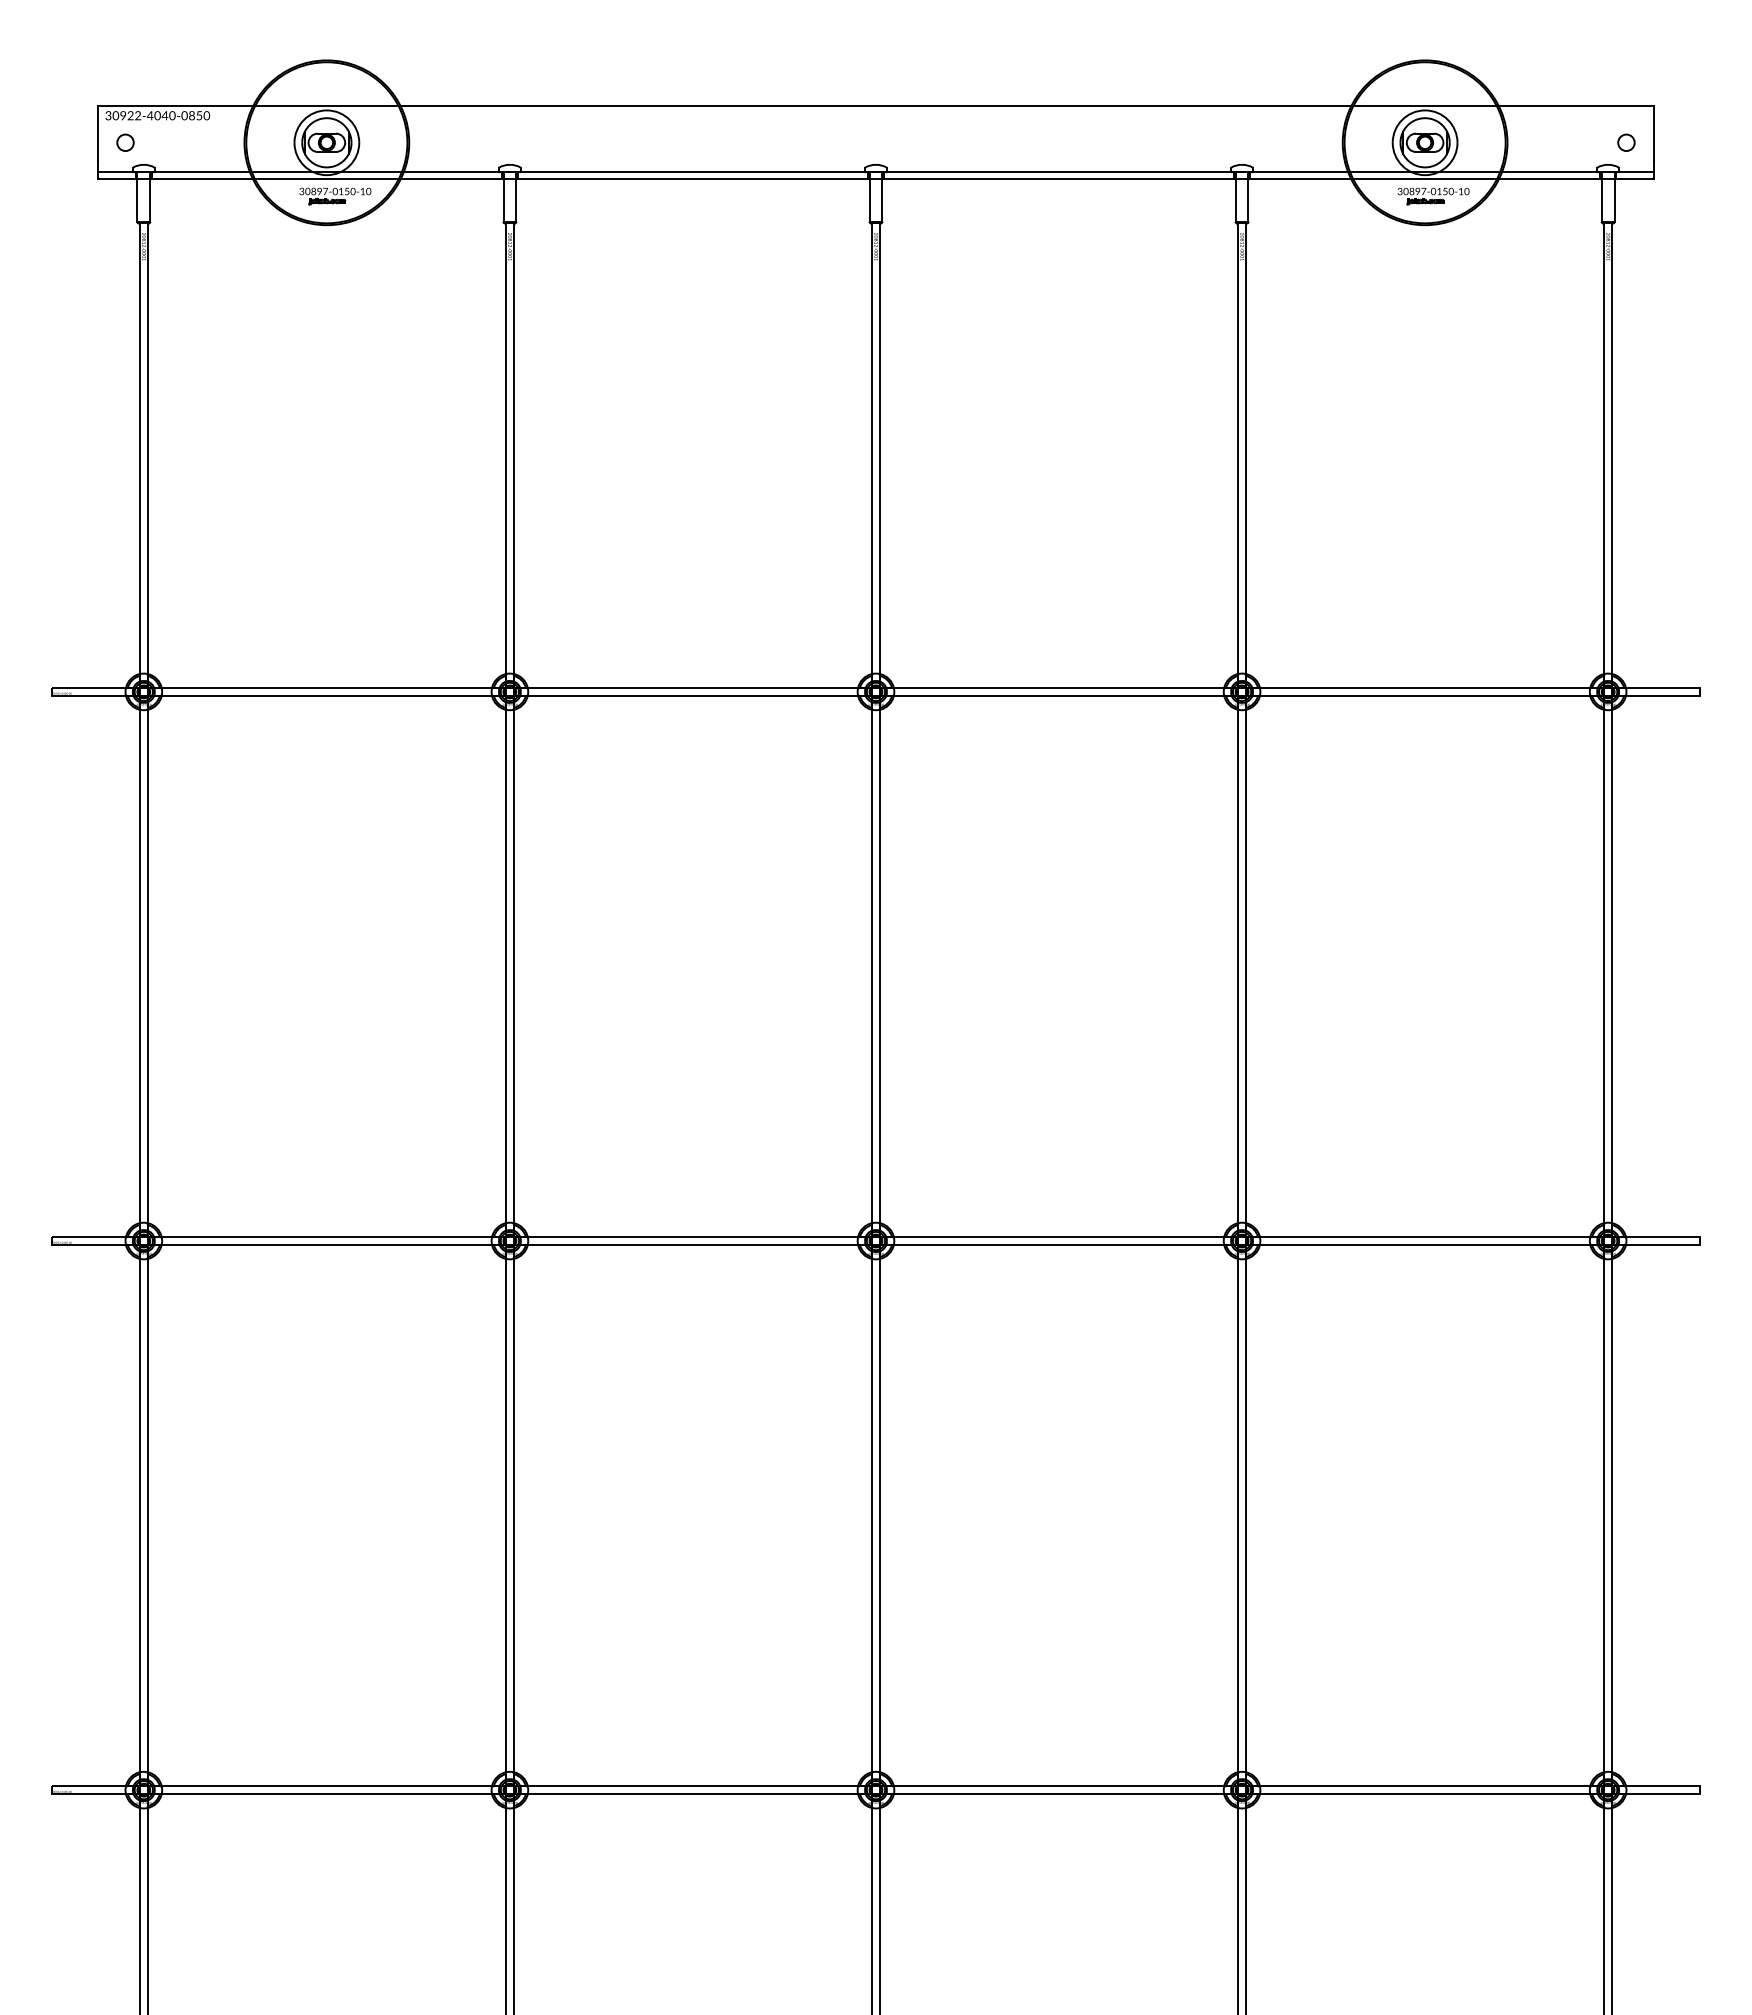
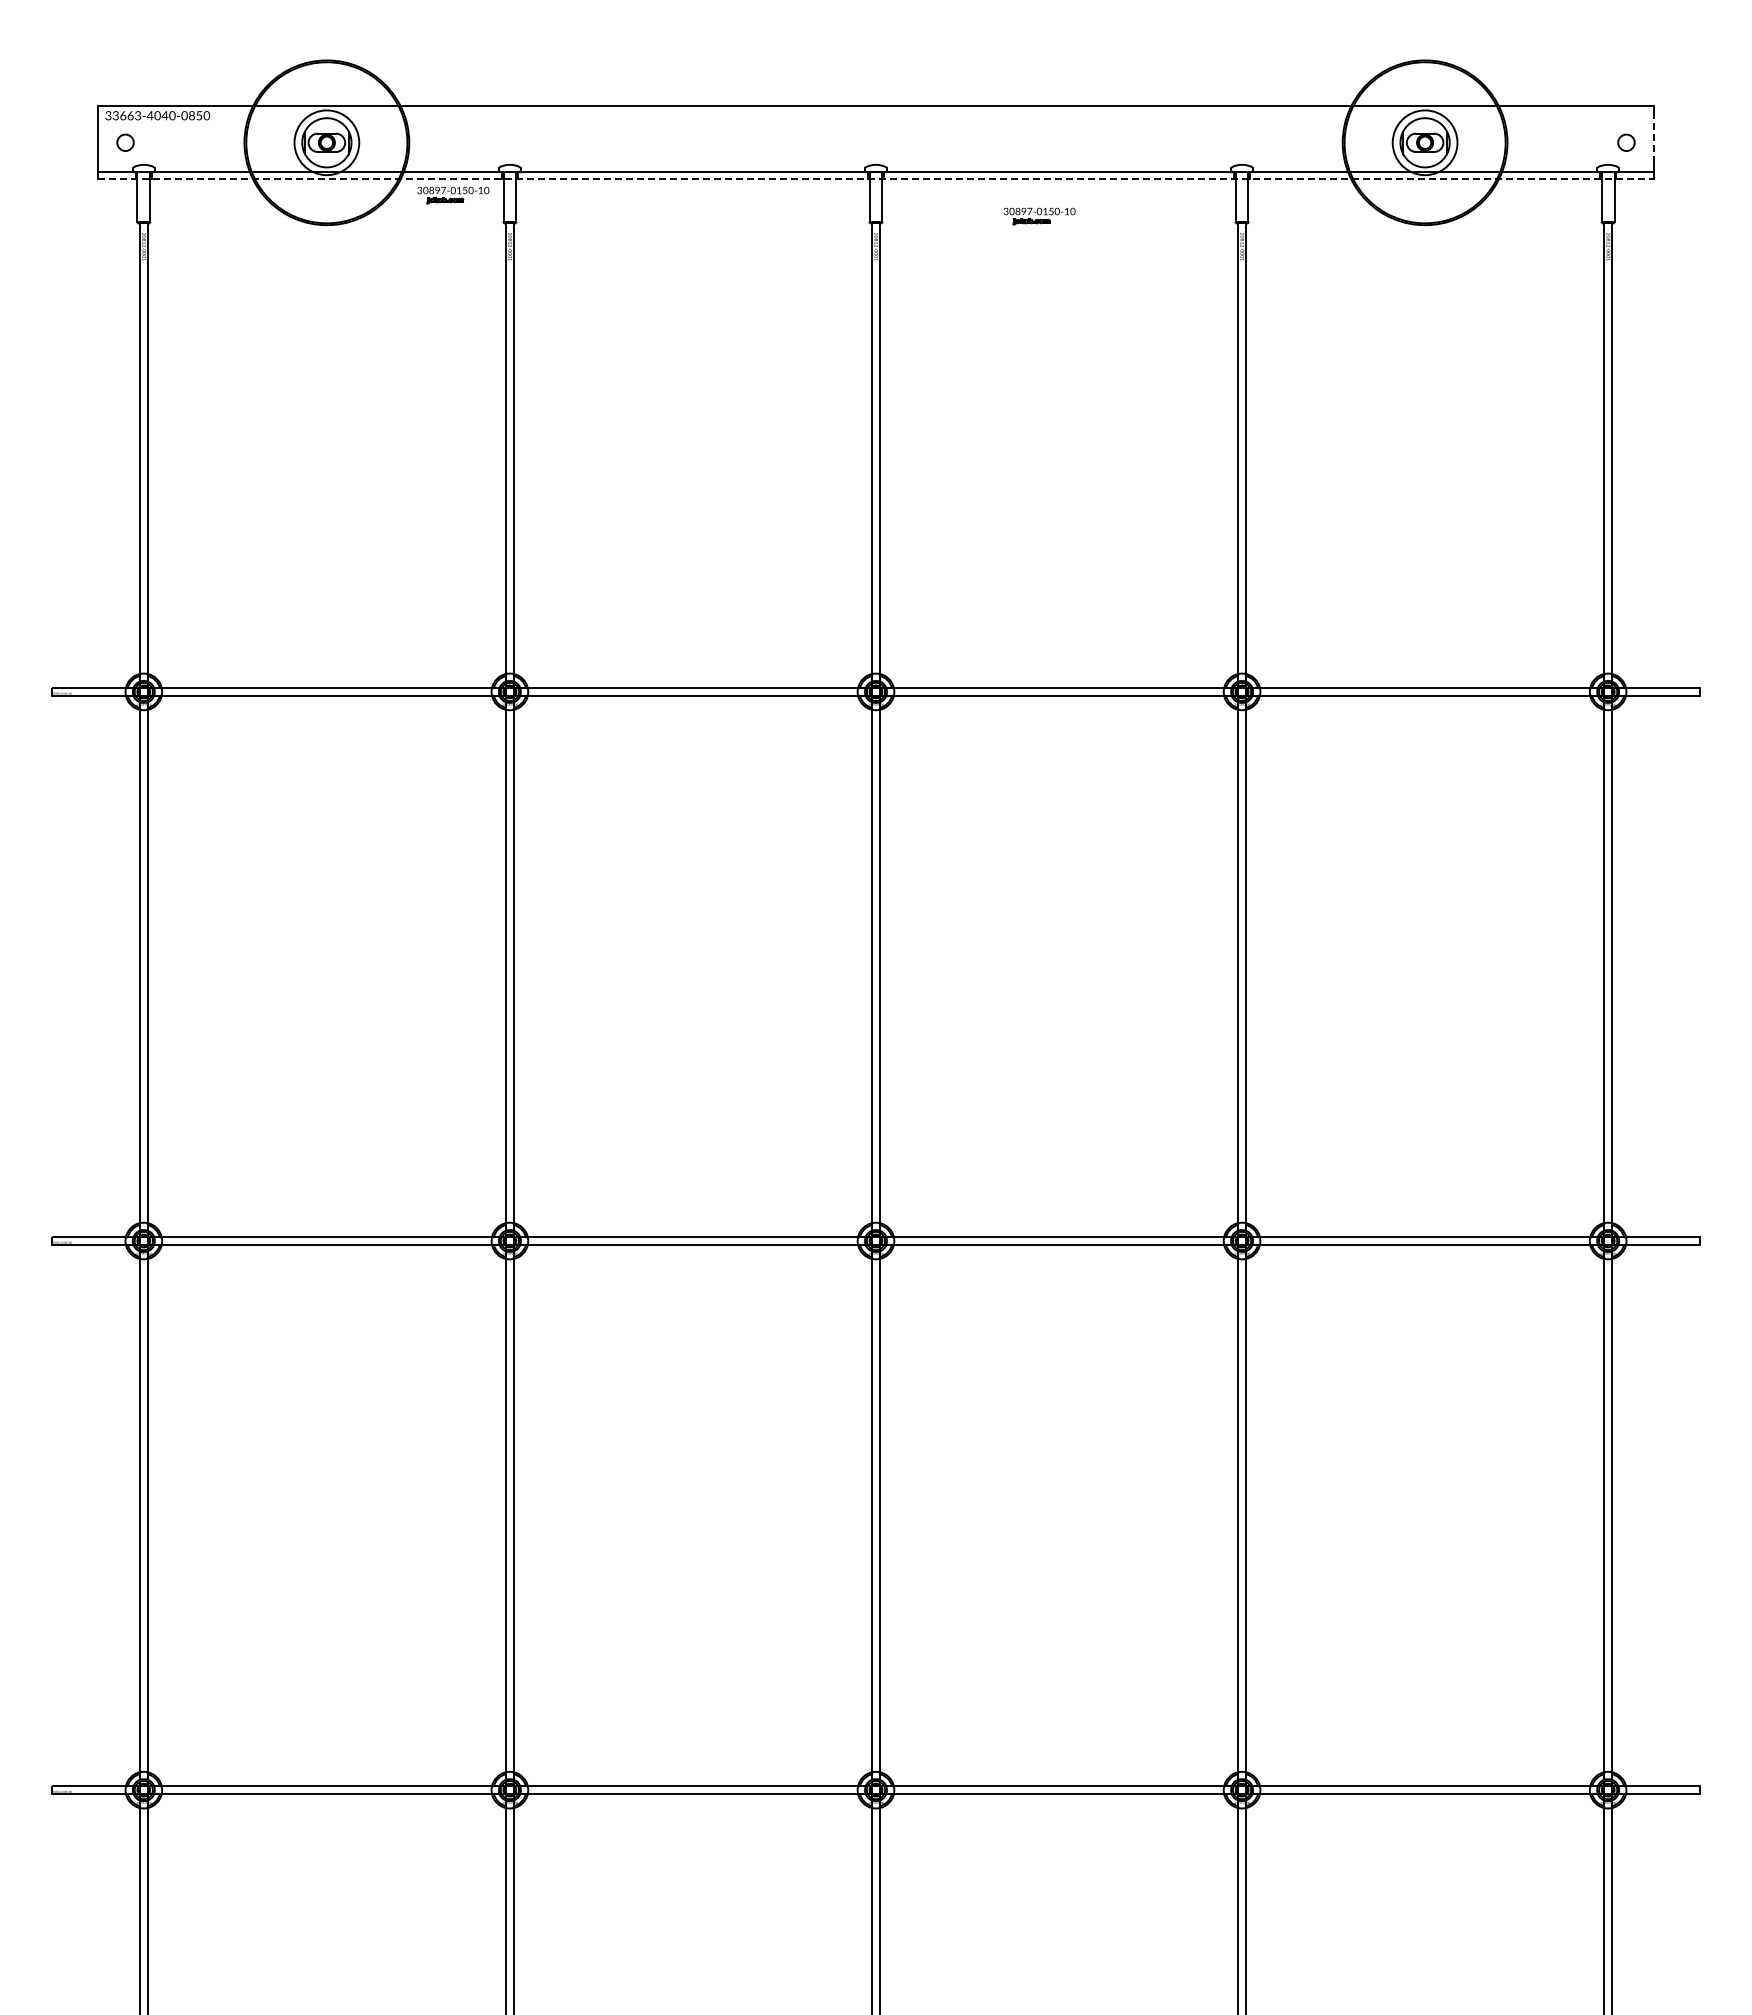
text at (126, 115): 30922-4040-0850 -> 33663-4040-0850
line at (1653, 136): solid -> dashed
line at (875, 179): solid -> dashed
part at (335, 196) position: (335, 196) -> (453, 195)
part at (1433, 196) position: (1433, 196) -> (1039, 216)
